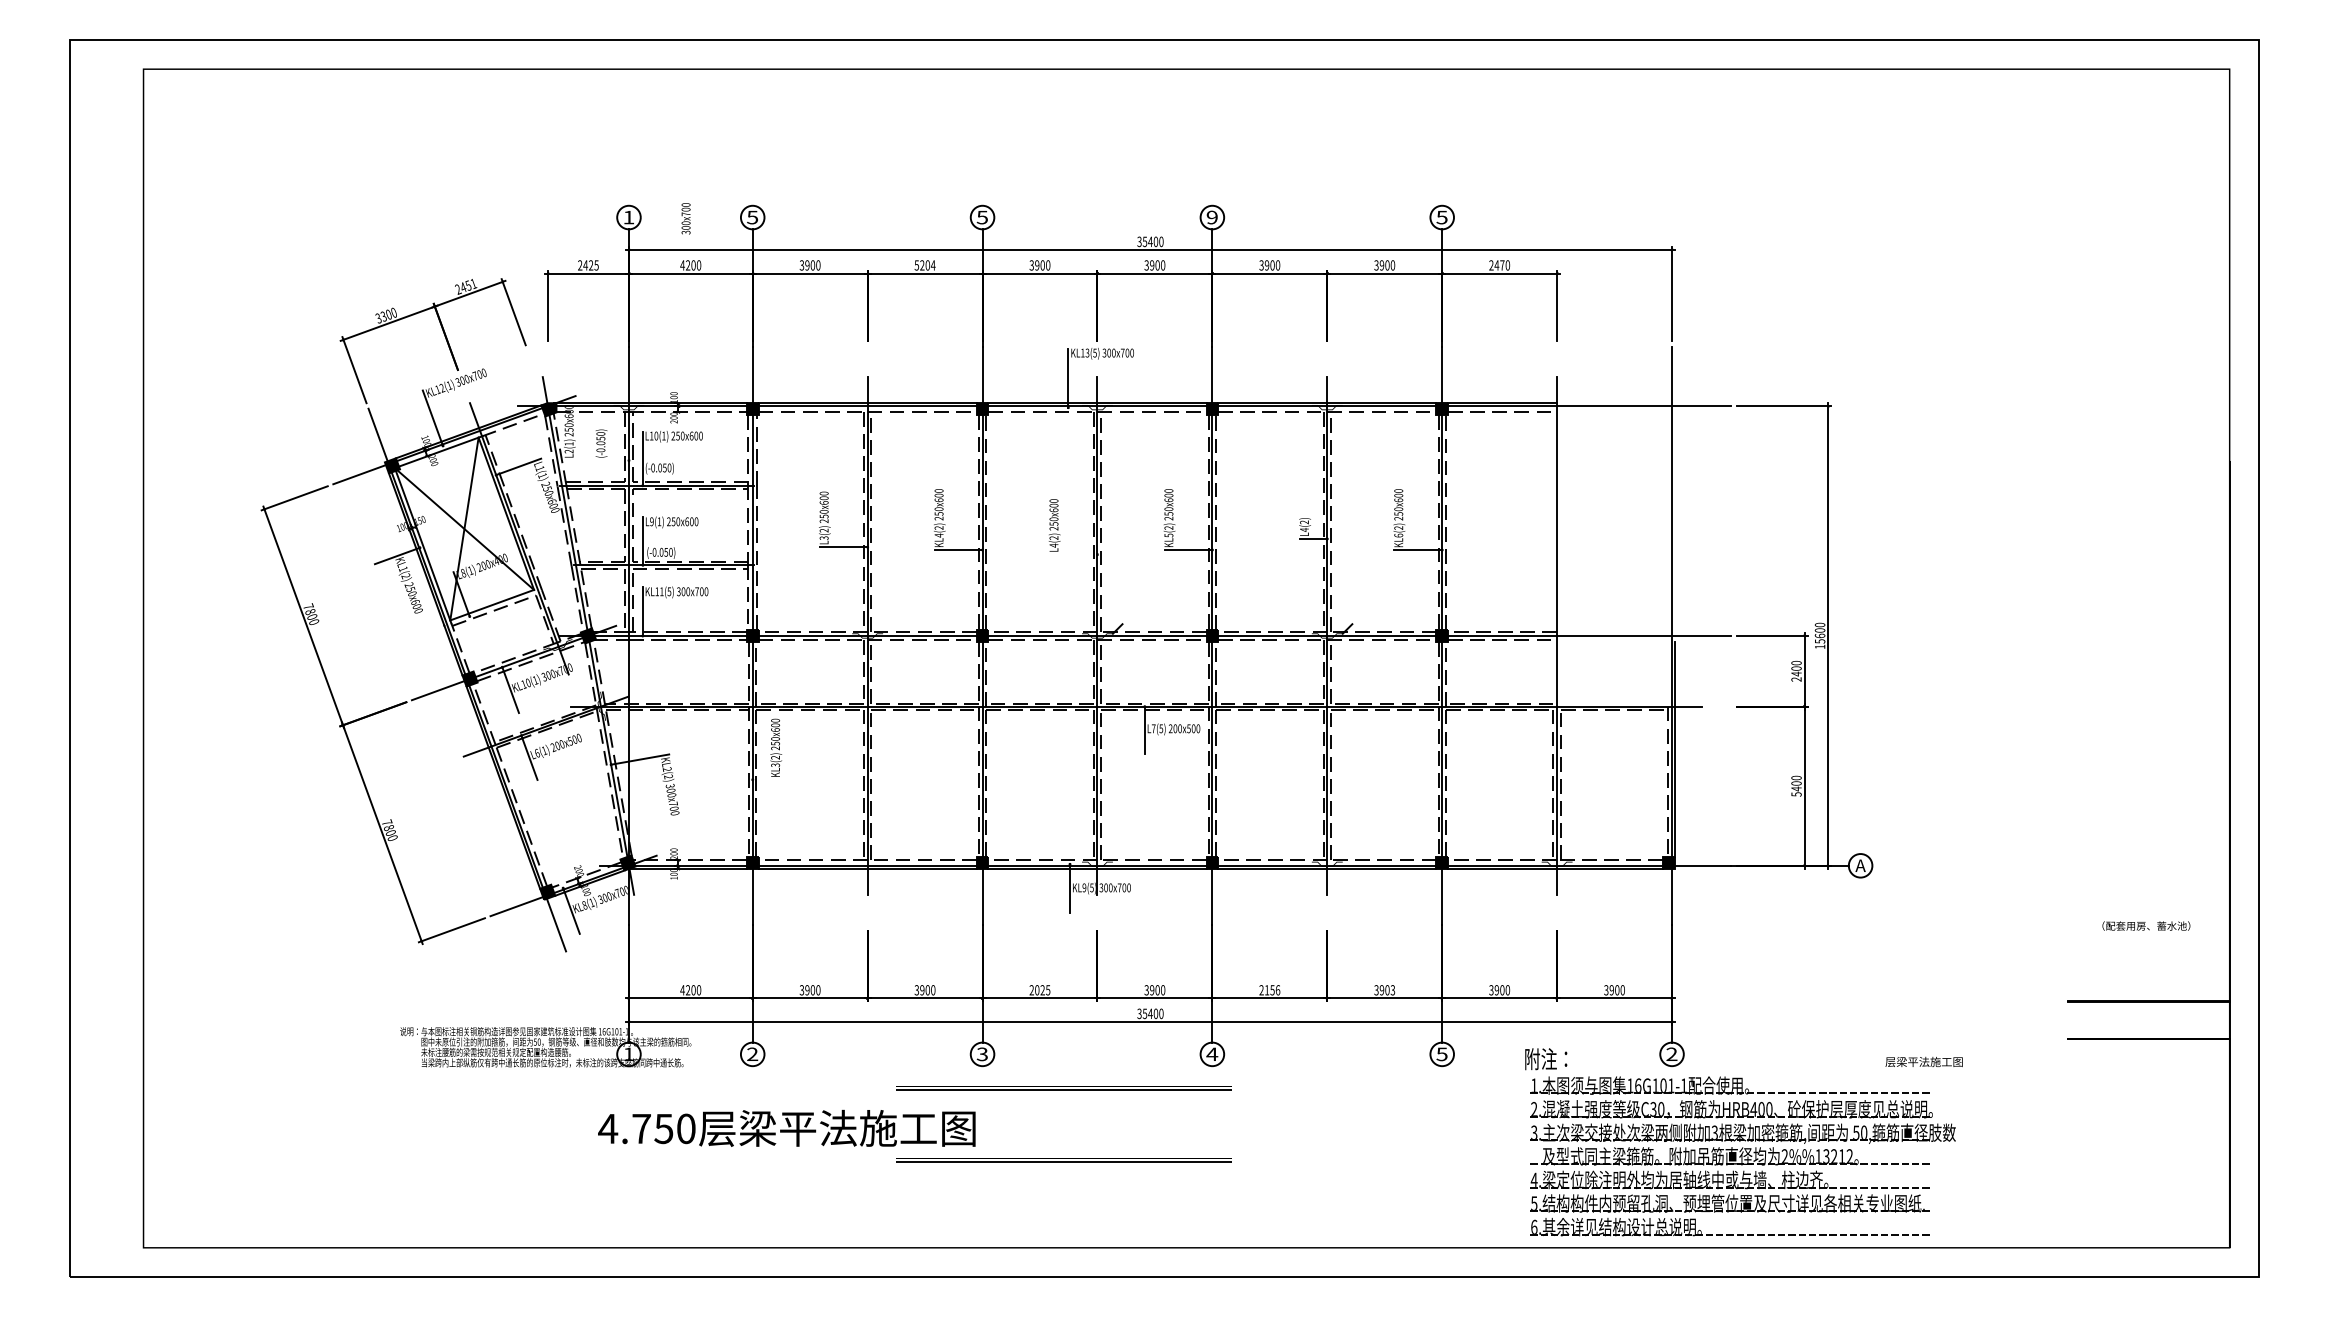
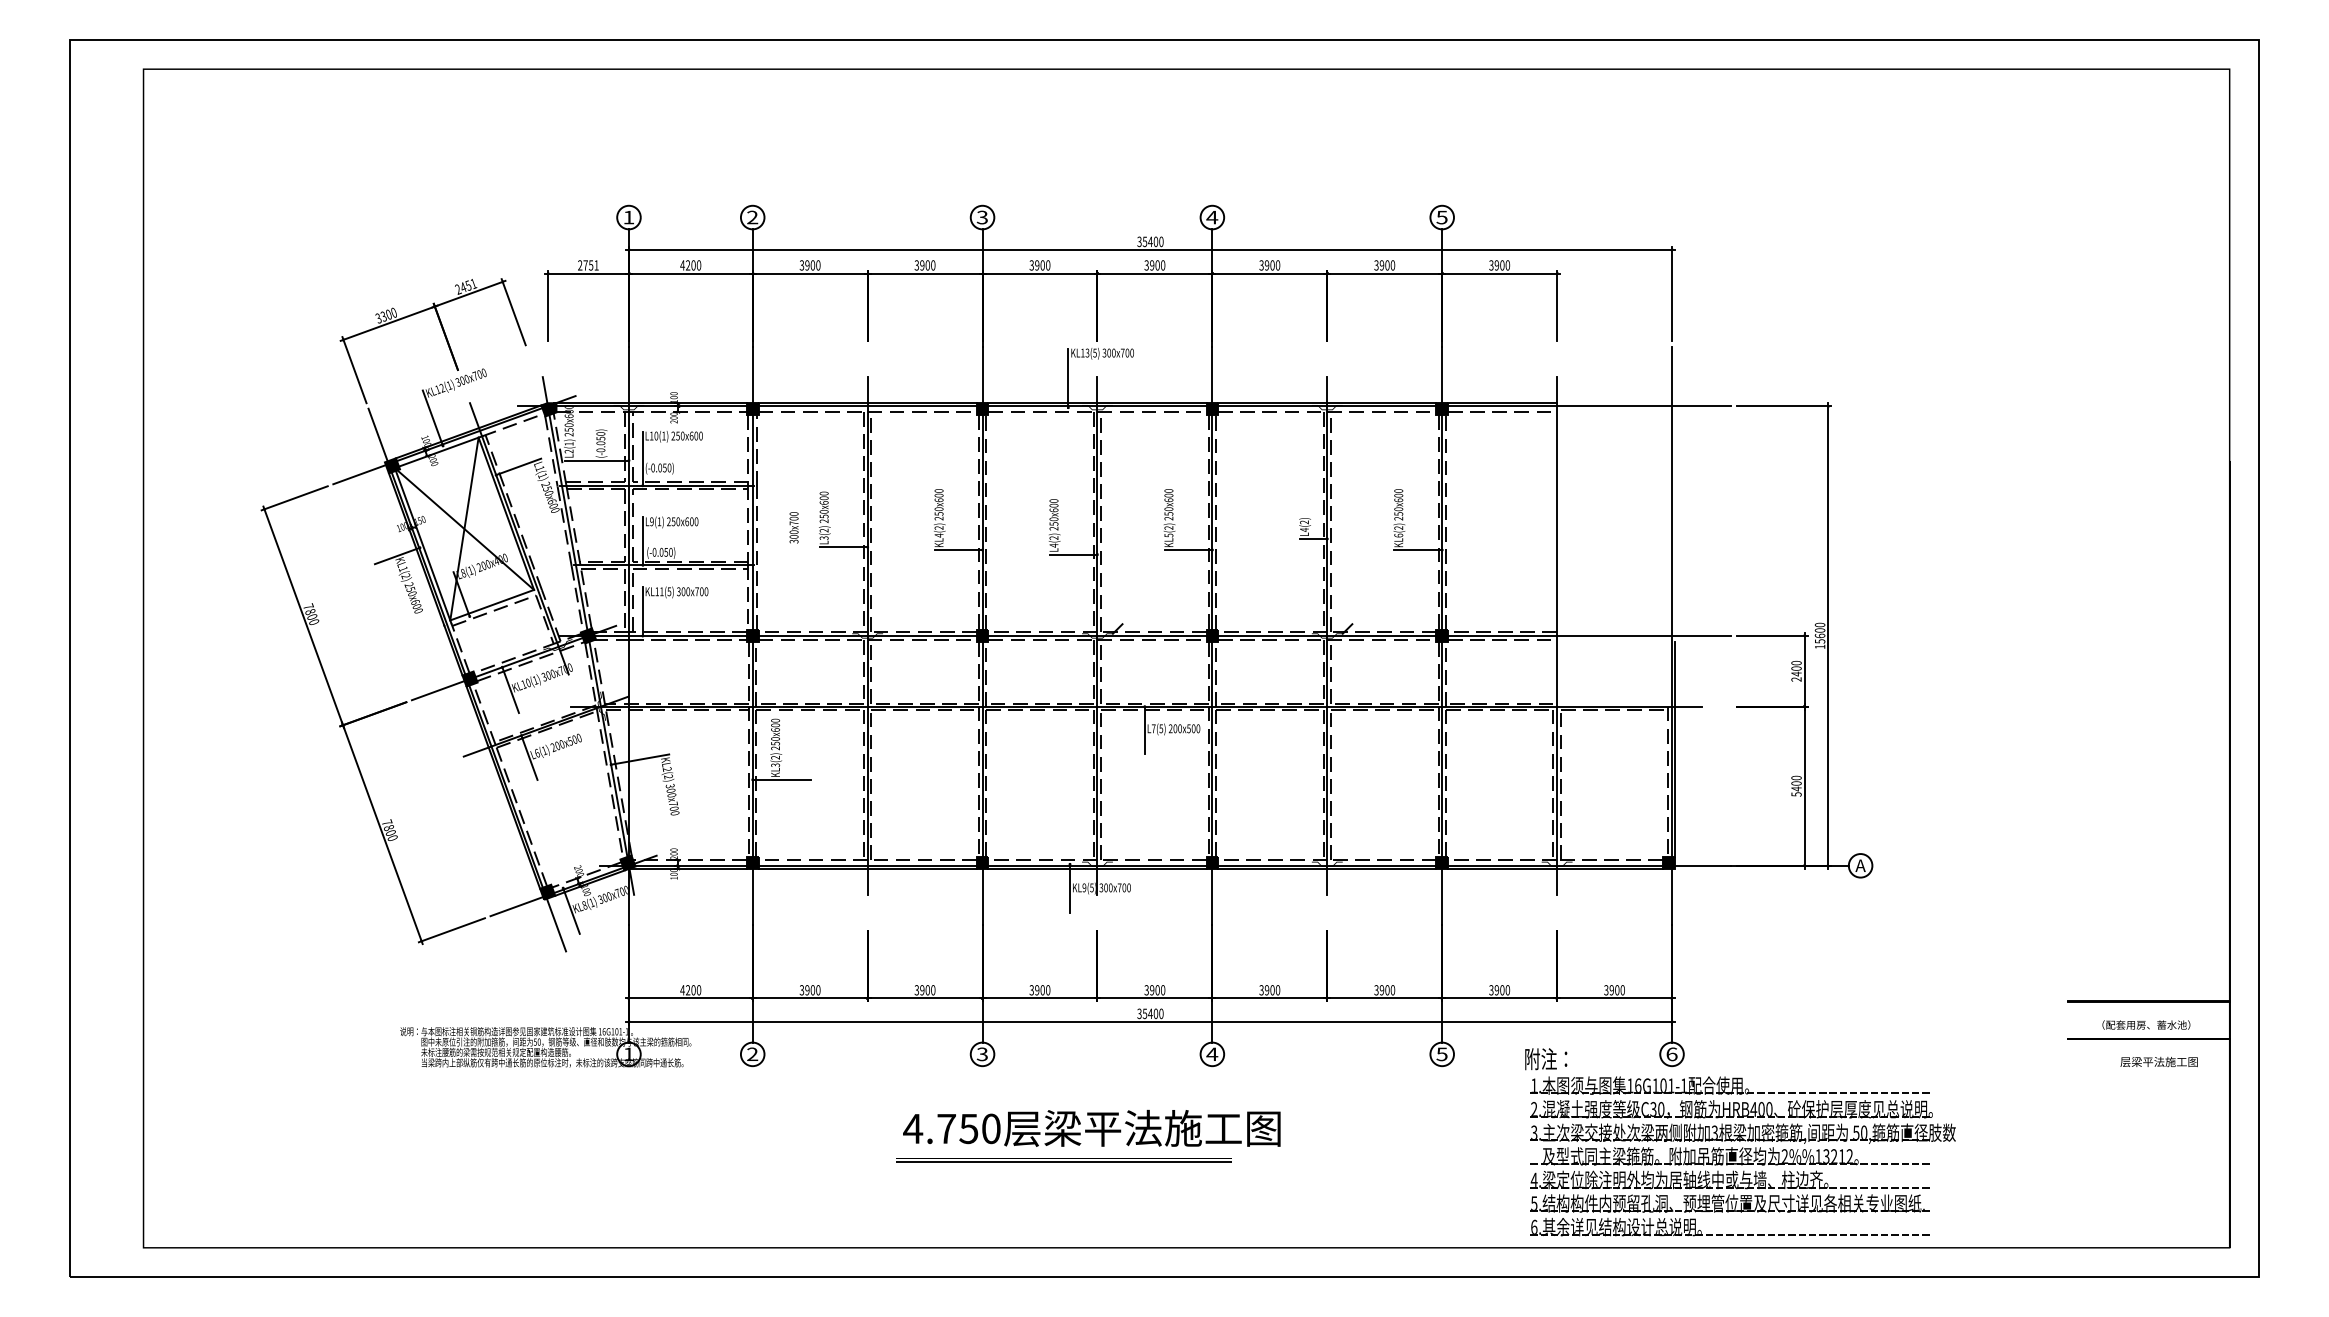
text at (982, 216): 5 -> 3
text at (752, 217): 5 -> 2
text at (1212, 217): 9 -> 4
text at (685, 218) position: (685, 218) -> (793, 527)
text at (590, 265): 2425 -> 2751
text at (925, 265): 5204 -> 3900
text at (1496, 265): 2470 -> 3900
line at (596, 460): none -> present
line at (1073, 554): none -> present
line at (781, 779): none -> present
text at (2146, 925) position: (2146, 925) -> (2146, 1024)
text at (1039, 990): 2025 -> 3900
text at (1269, 990): 2156 -> 3900
text at (1392, 990): 3903 -> 3900
text at (1671, 1054): 2 -> 6
text at (1923, 1061) position: (1923, 1061) -> (2158, 1061)
line at (1063, 1089): present -> none
text at (786, 1127) position: (786, 1127) -> (1091, 1127)
